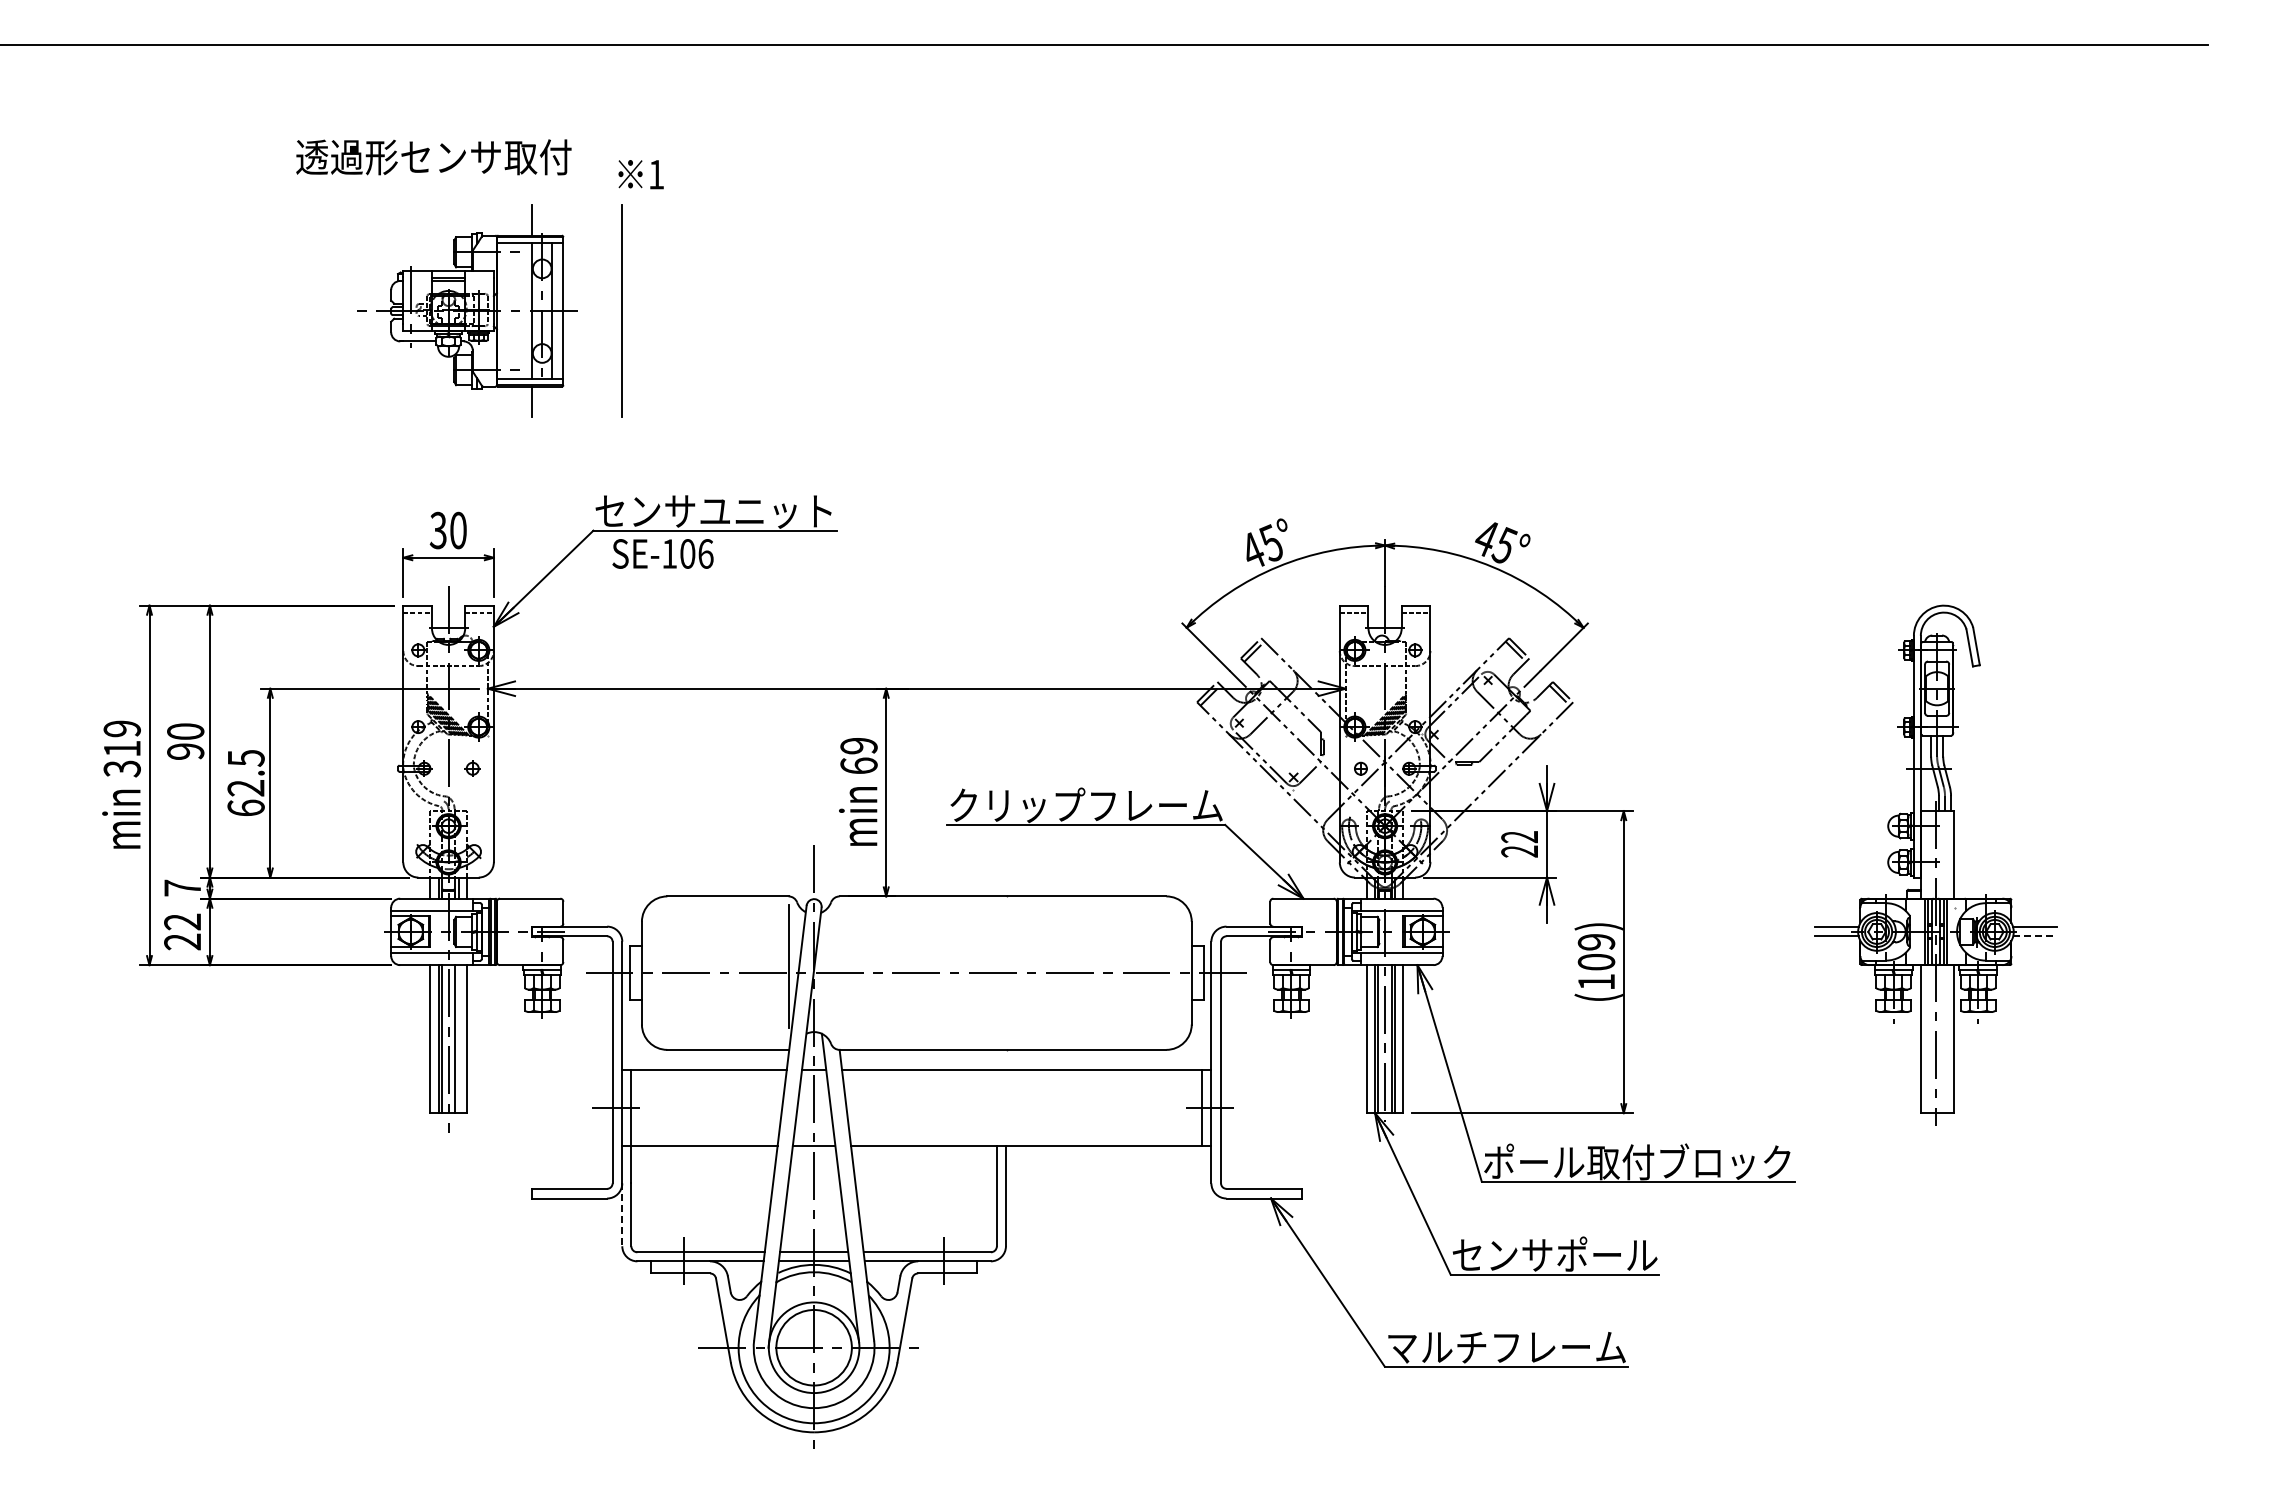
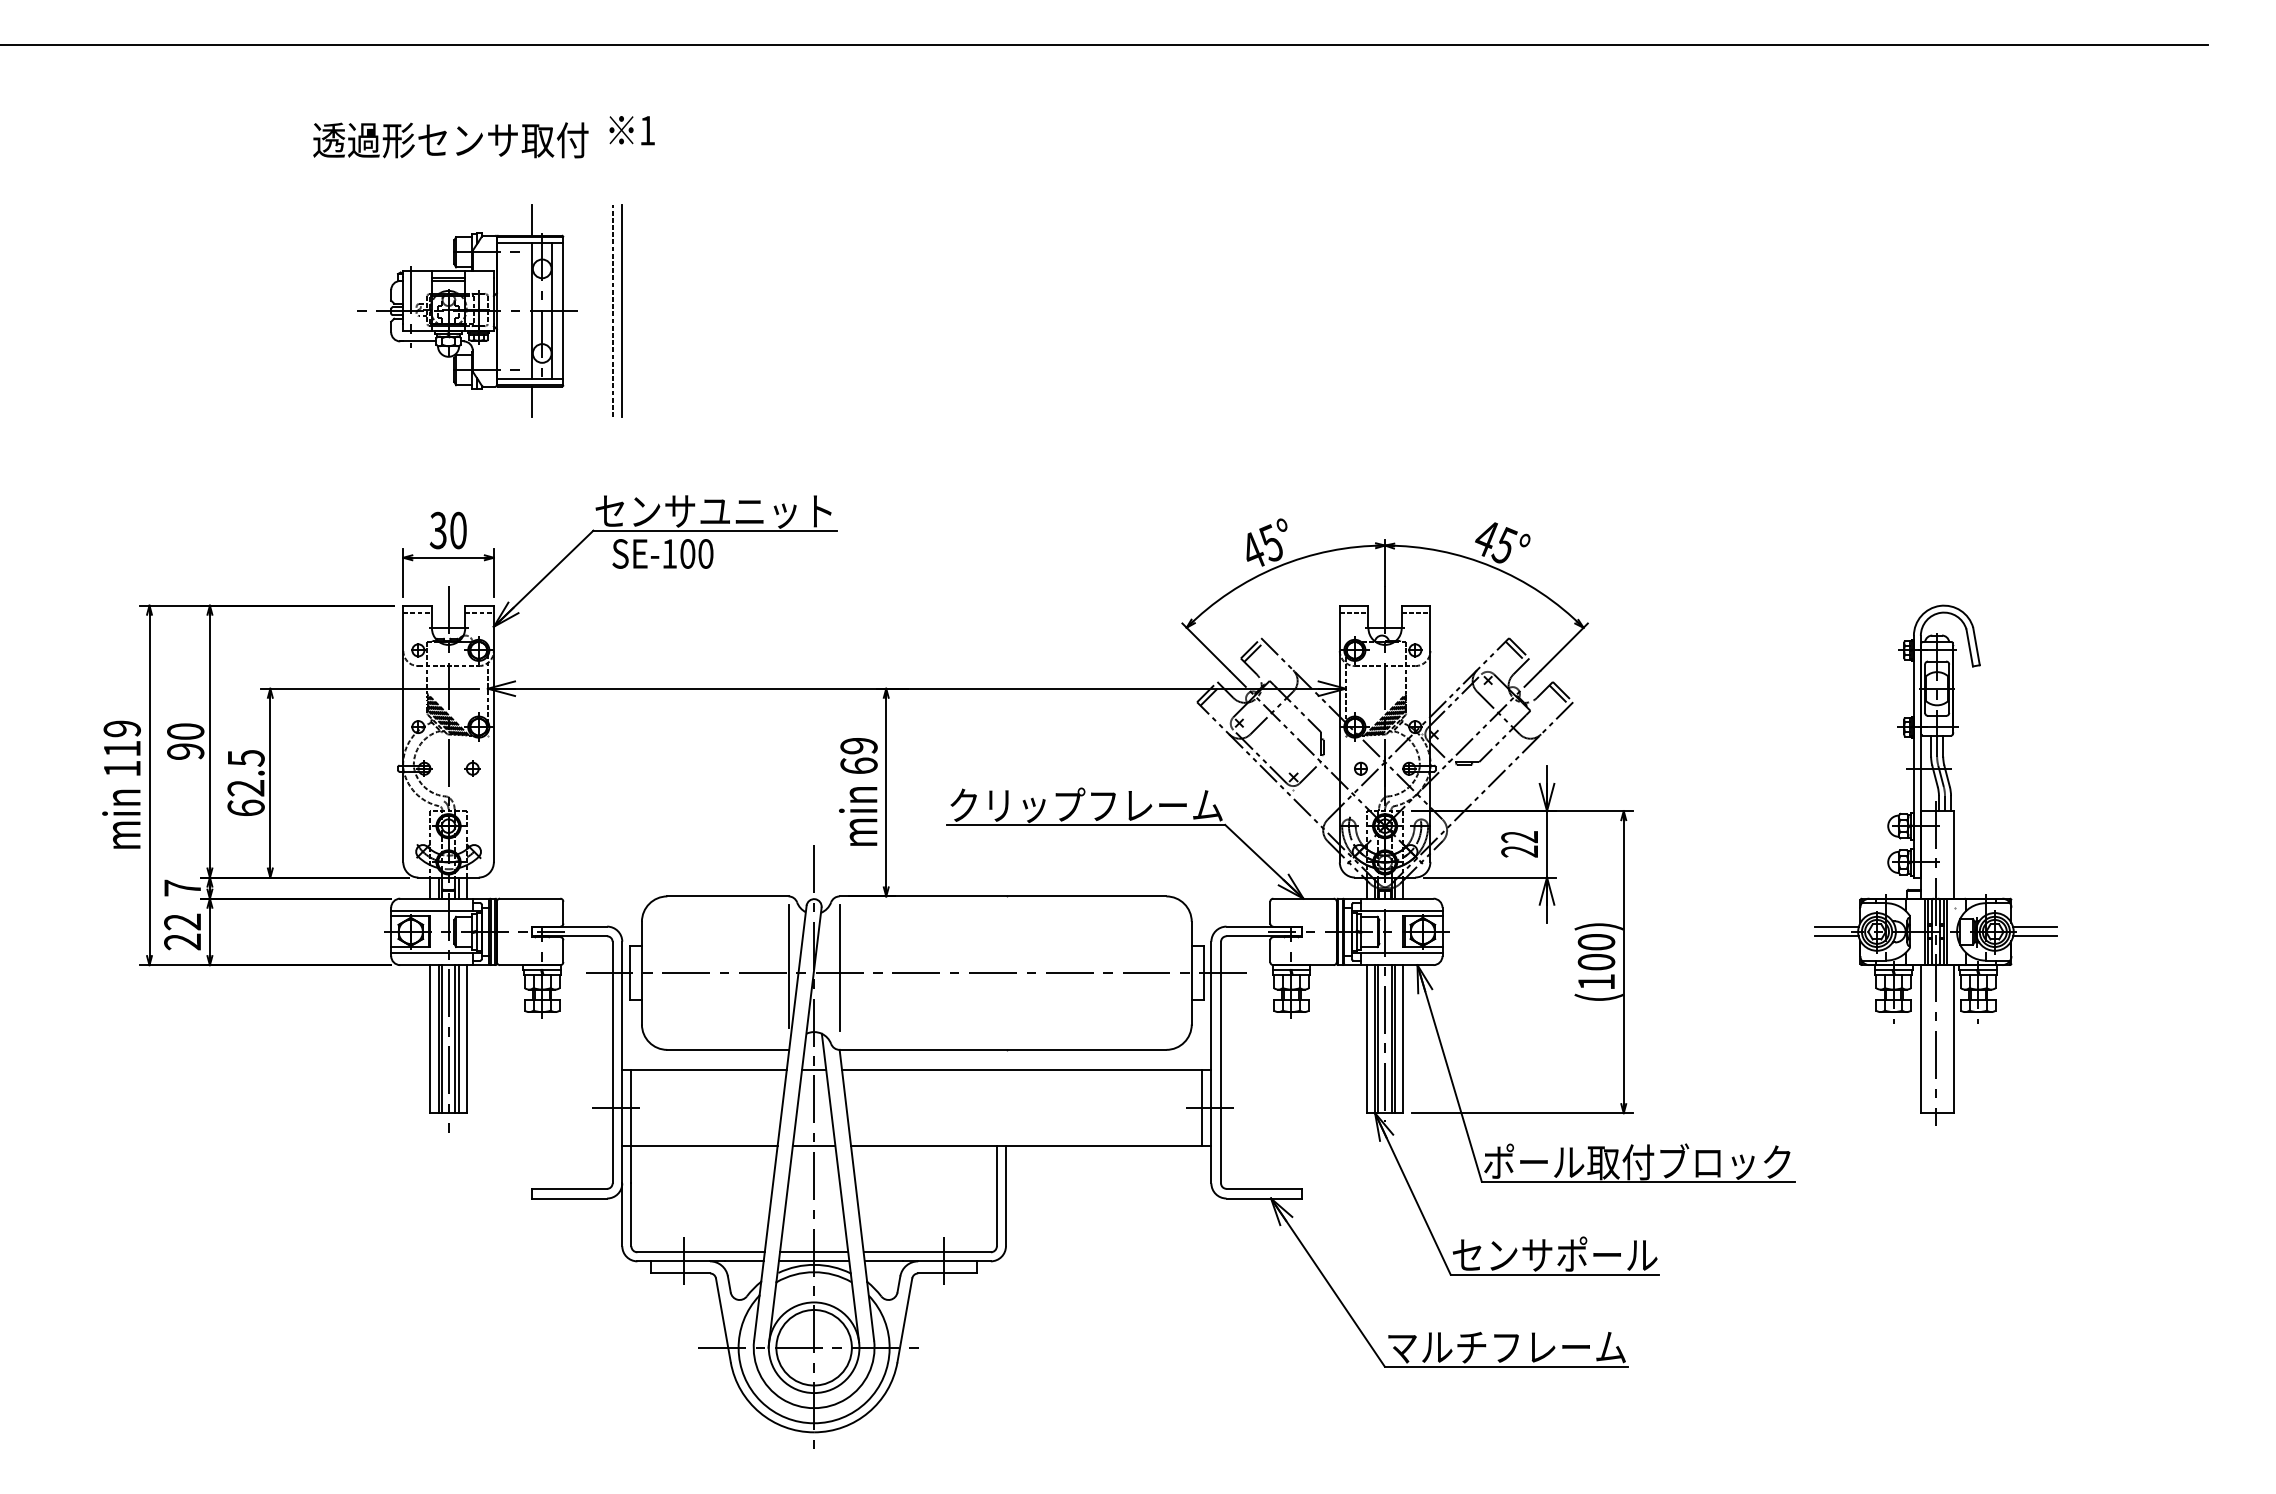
text at (433, 157) position: (433, 157) -> (450, 140)
text at (640, 174) position: (640, 174) -> (631, 130)
line at (612, 310): none -> present
text at (705, 553): SE-106 -> SE-100
text at (121, 768): 319 -> 119
line at (2035, 936): dashed -> solid
text at (1596, 942): (109) -> (100)
line at (839, 968): none -> present
line at (458, 1039): none -> present
line at (622, 1215): dashed -> solid
